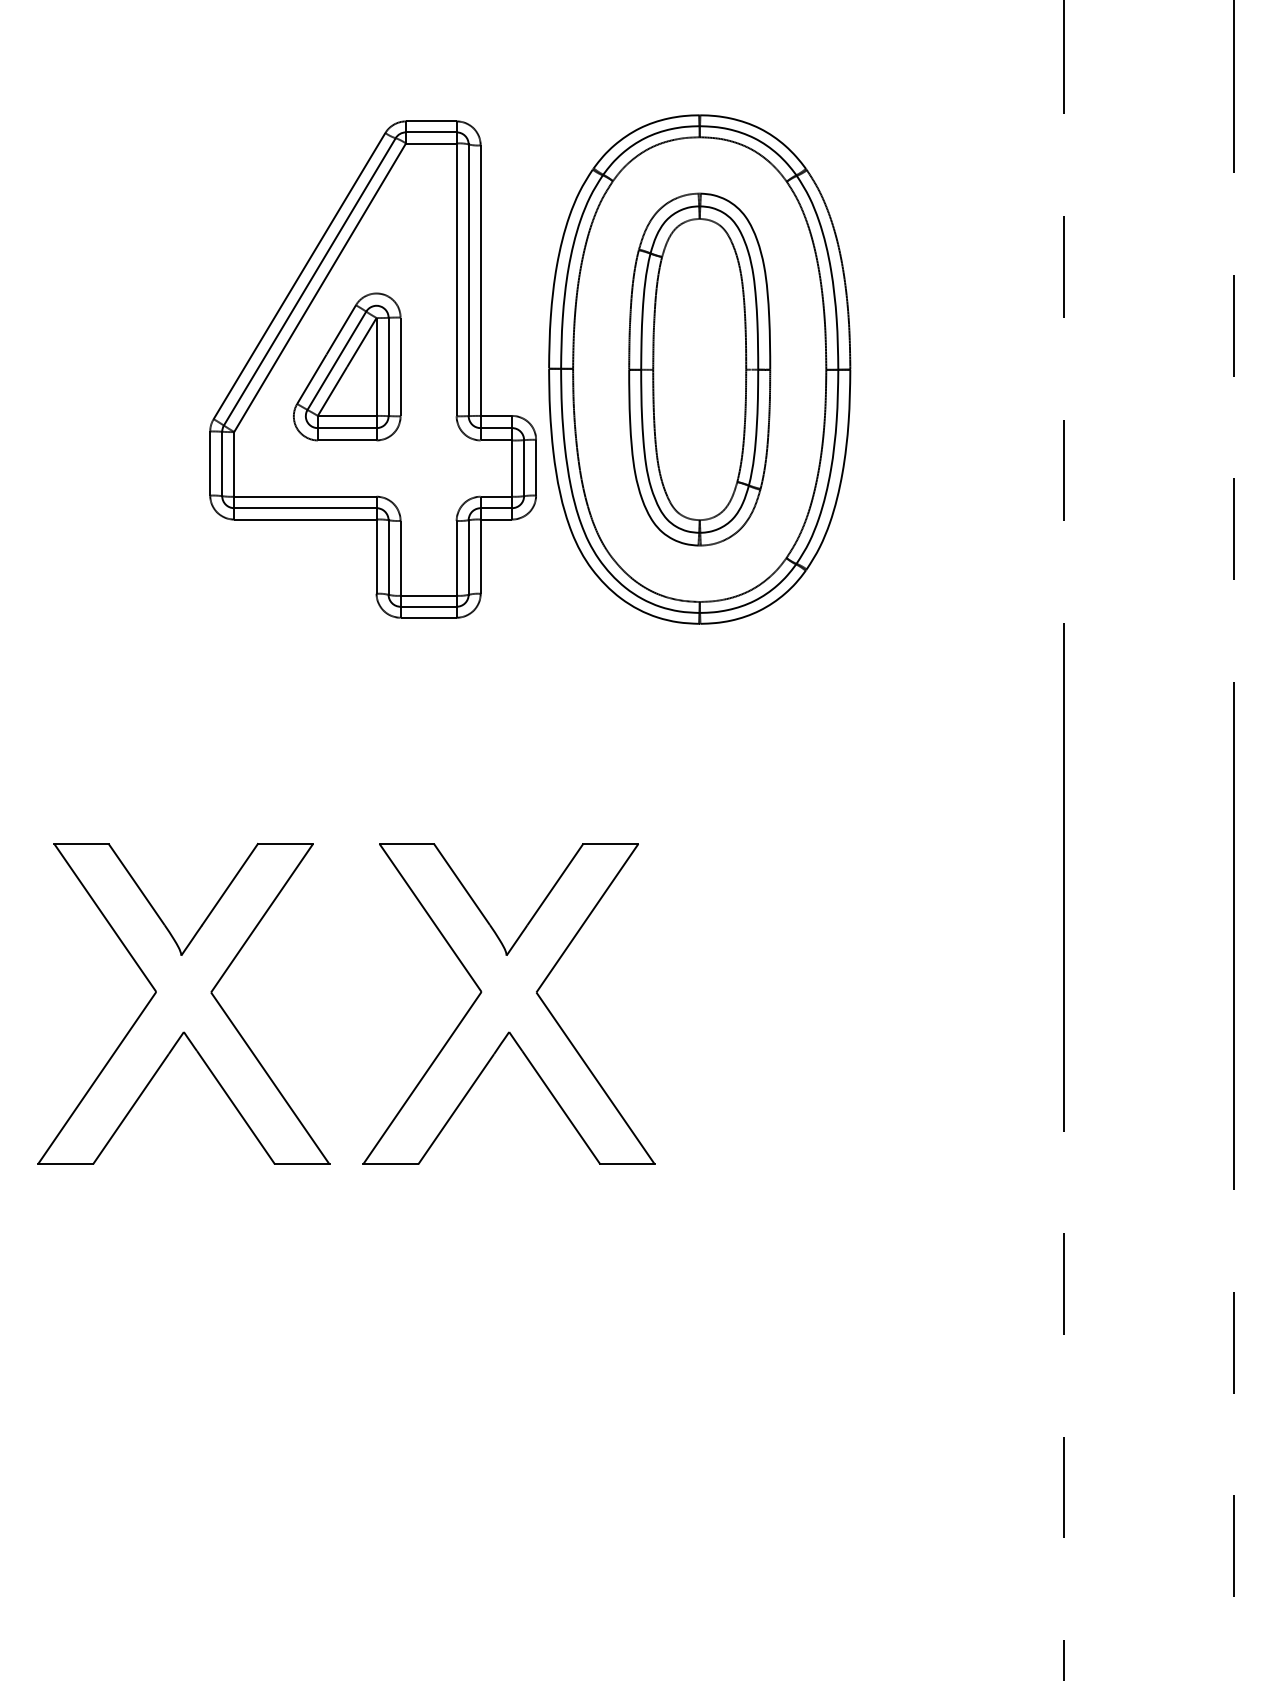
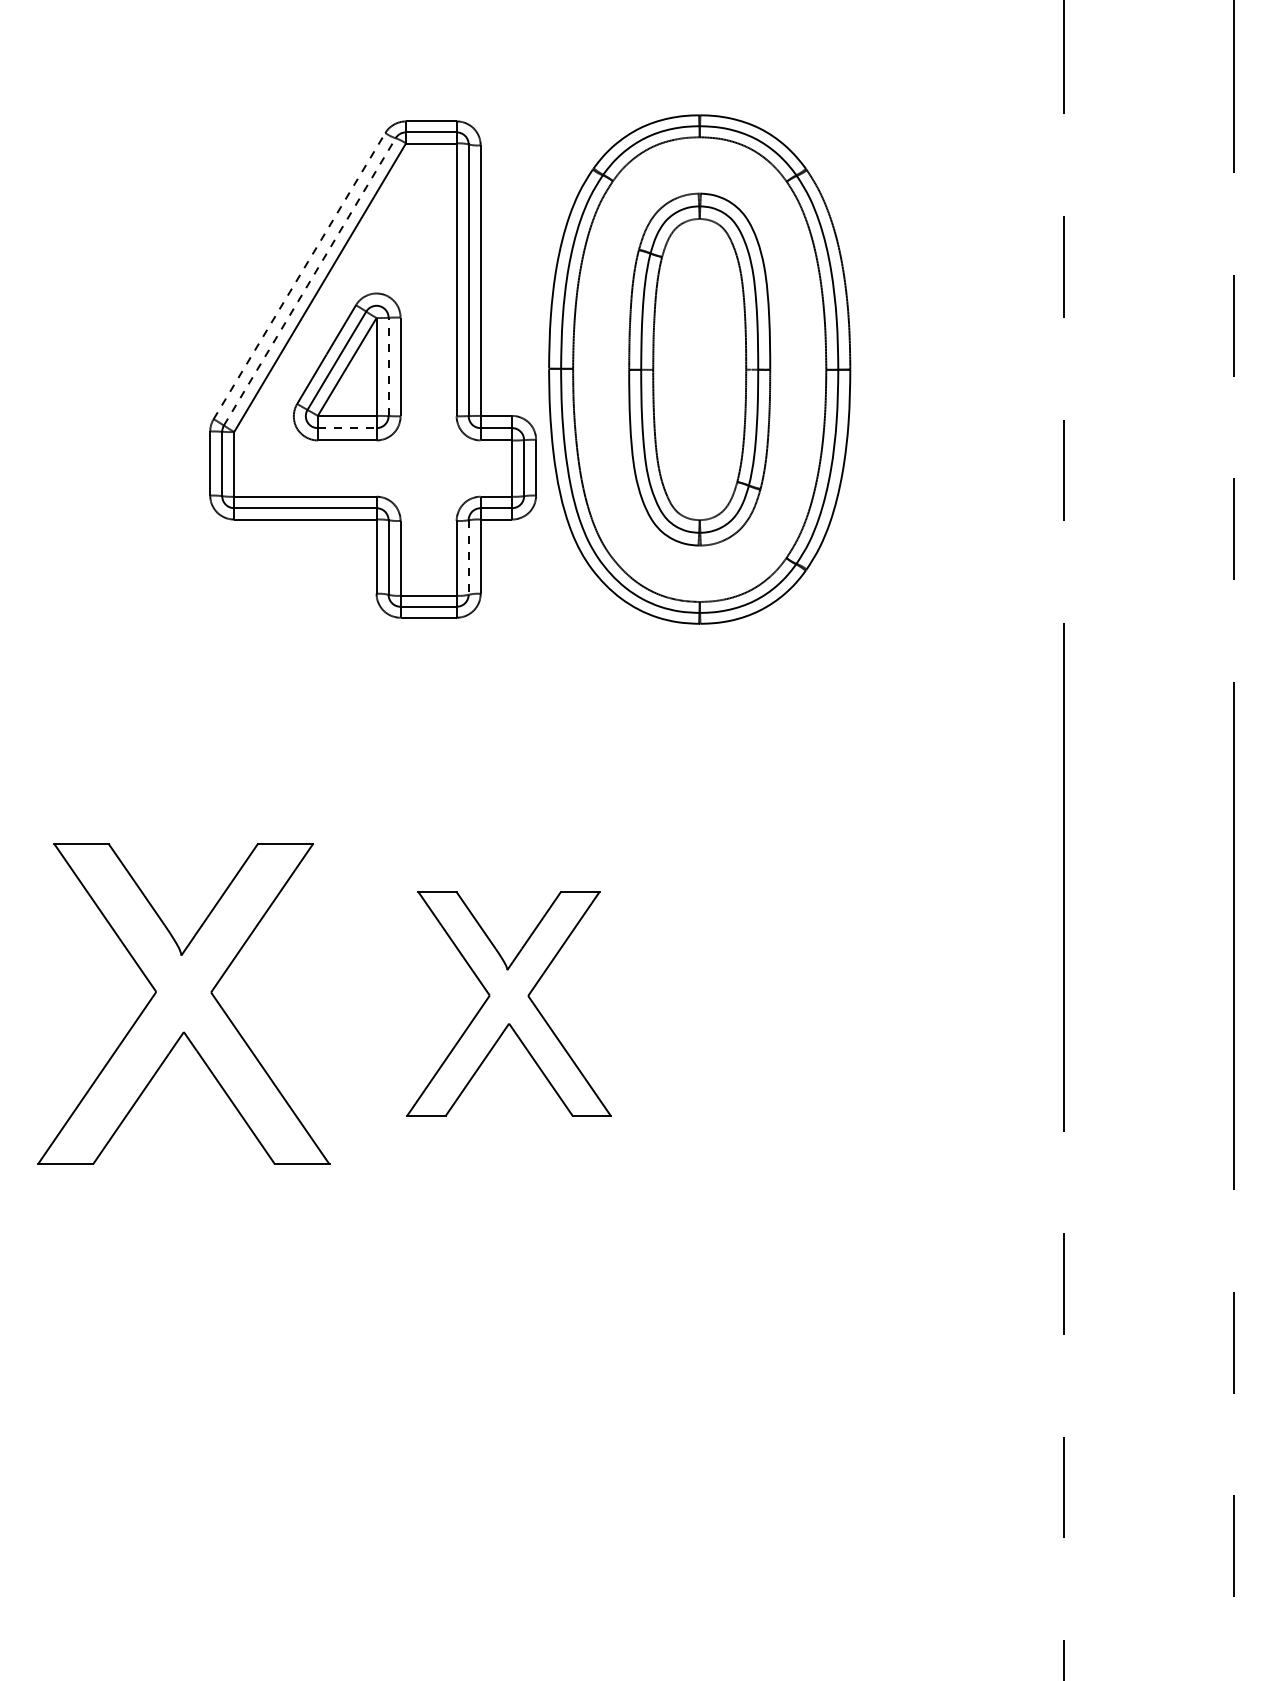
line at (299, 276): solid -> dashed
line at (309, 281): solid -> dashed
line at (388, 366): solid -> dashed
line at (347, 428): solid -> dashed
line at (468, 557): solid -> dashed
part at (508, 1003) size: 294x322 px -> 206x226 px
